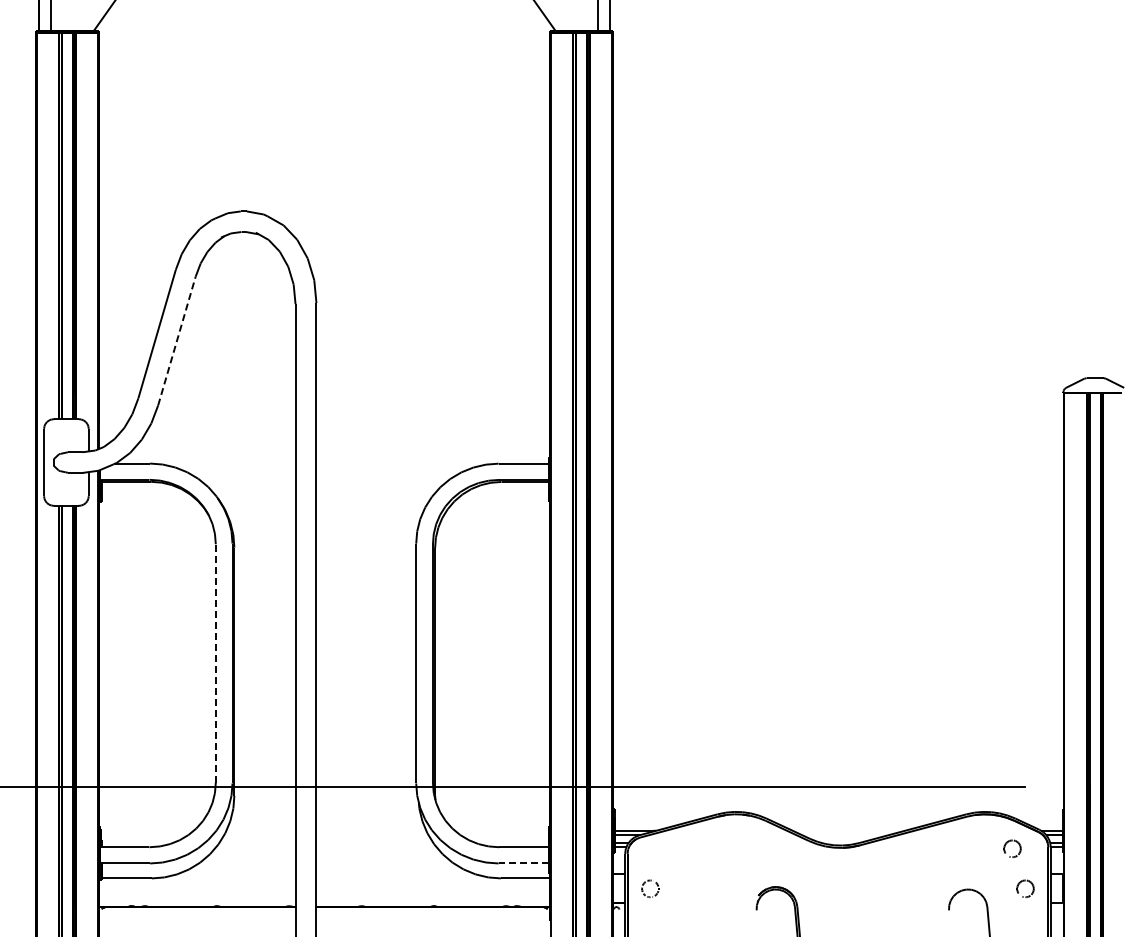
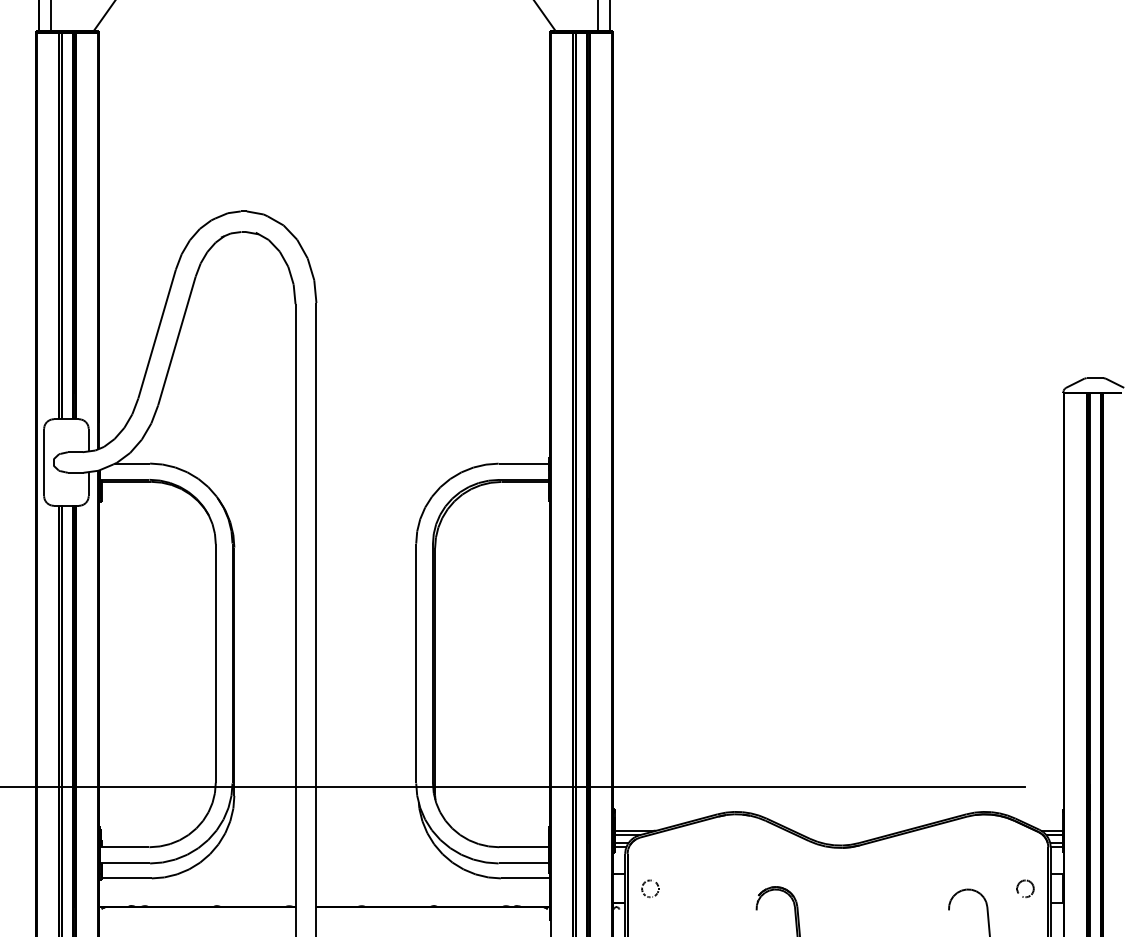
line at (177, 340): dashed -> solid
line at (215, 663): dashed -> solid
part at (1012, 841): present -> none
line at (523, 863): dashed -> solid
